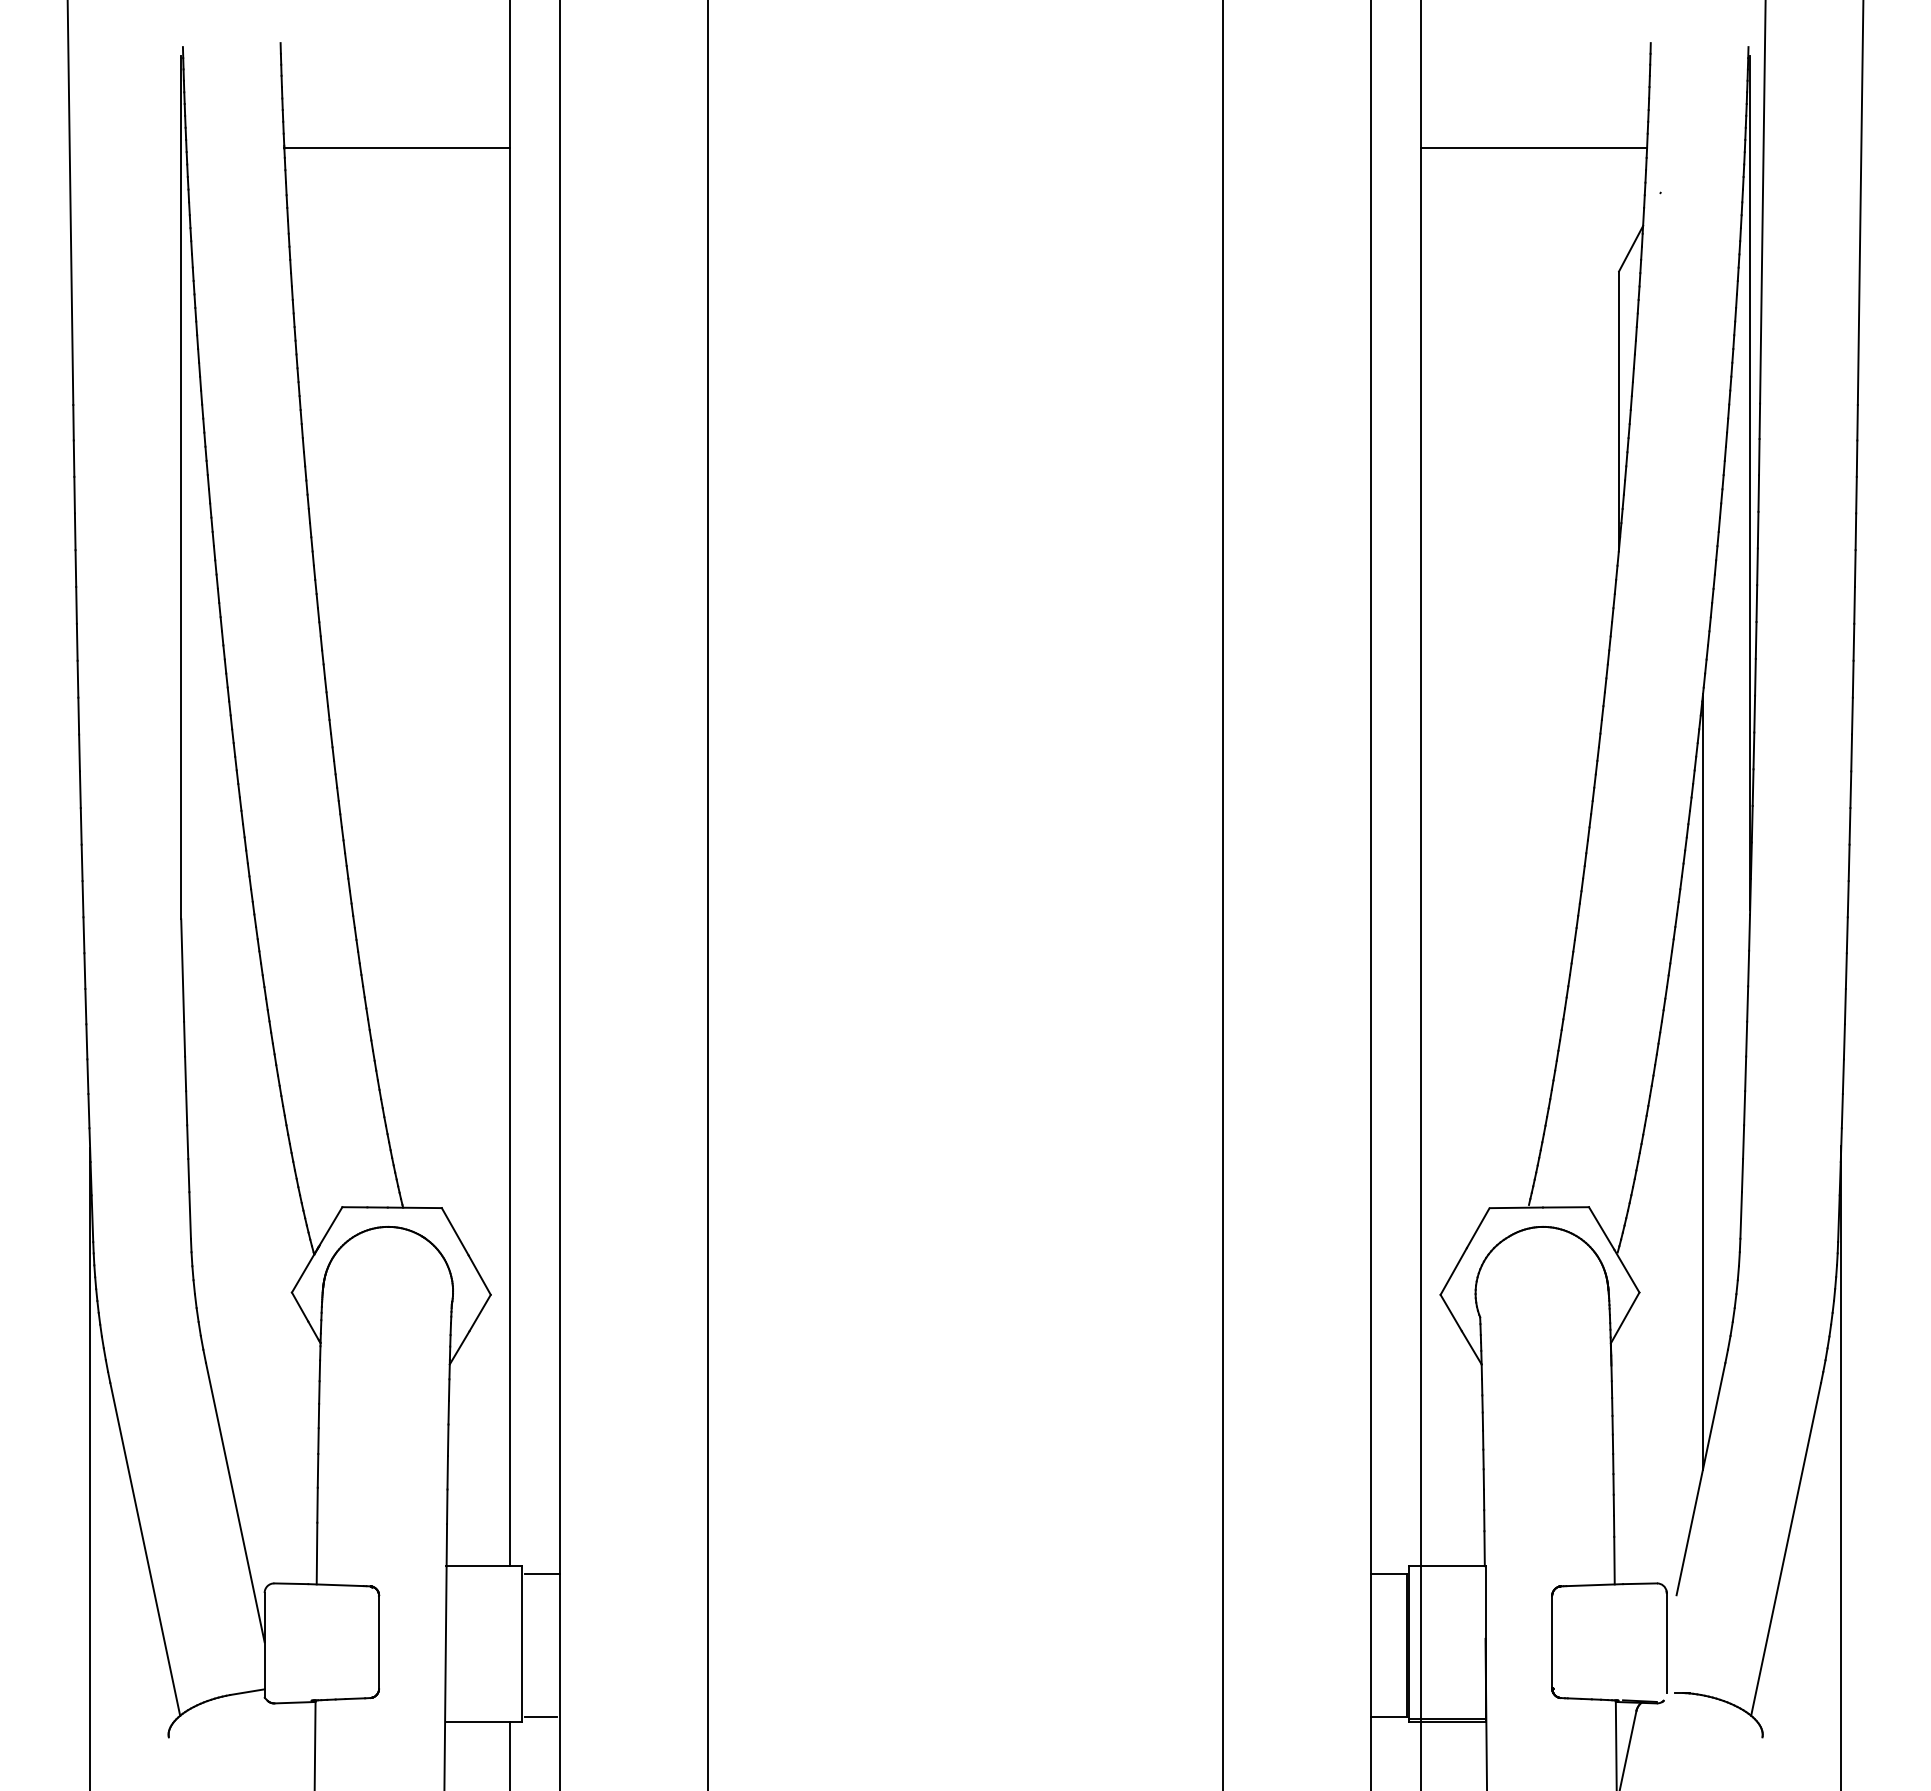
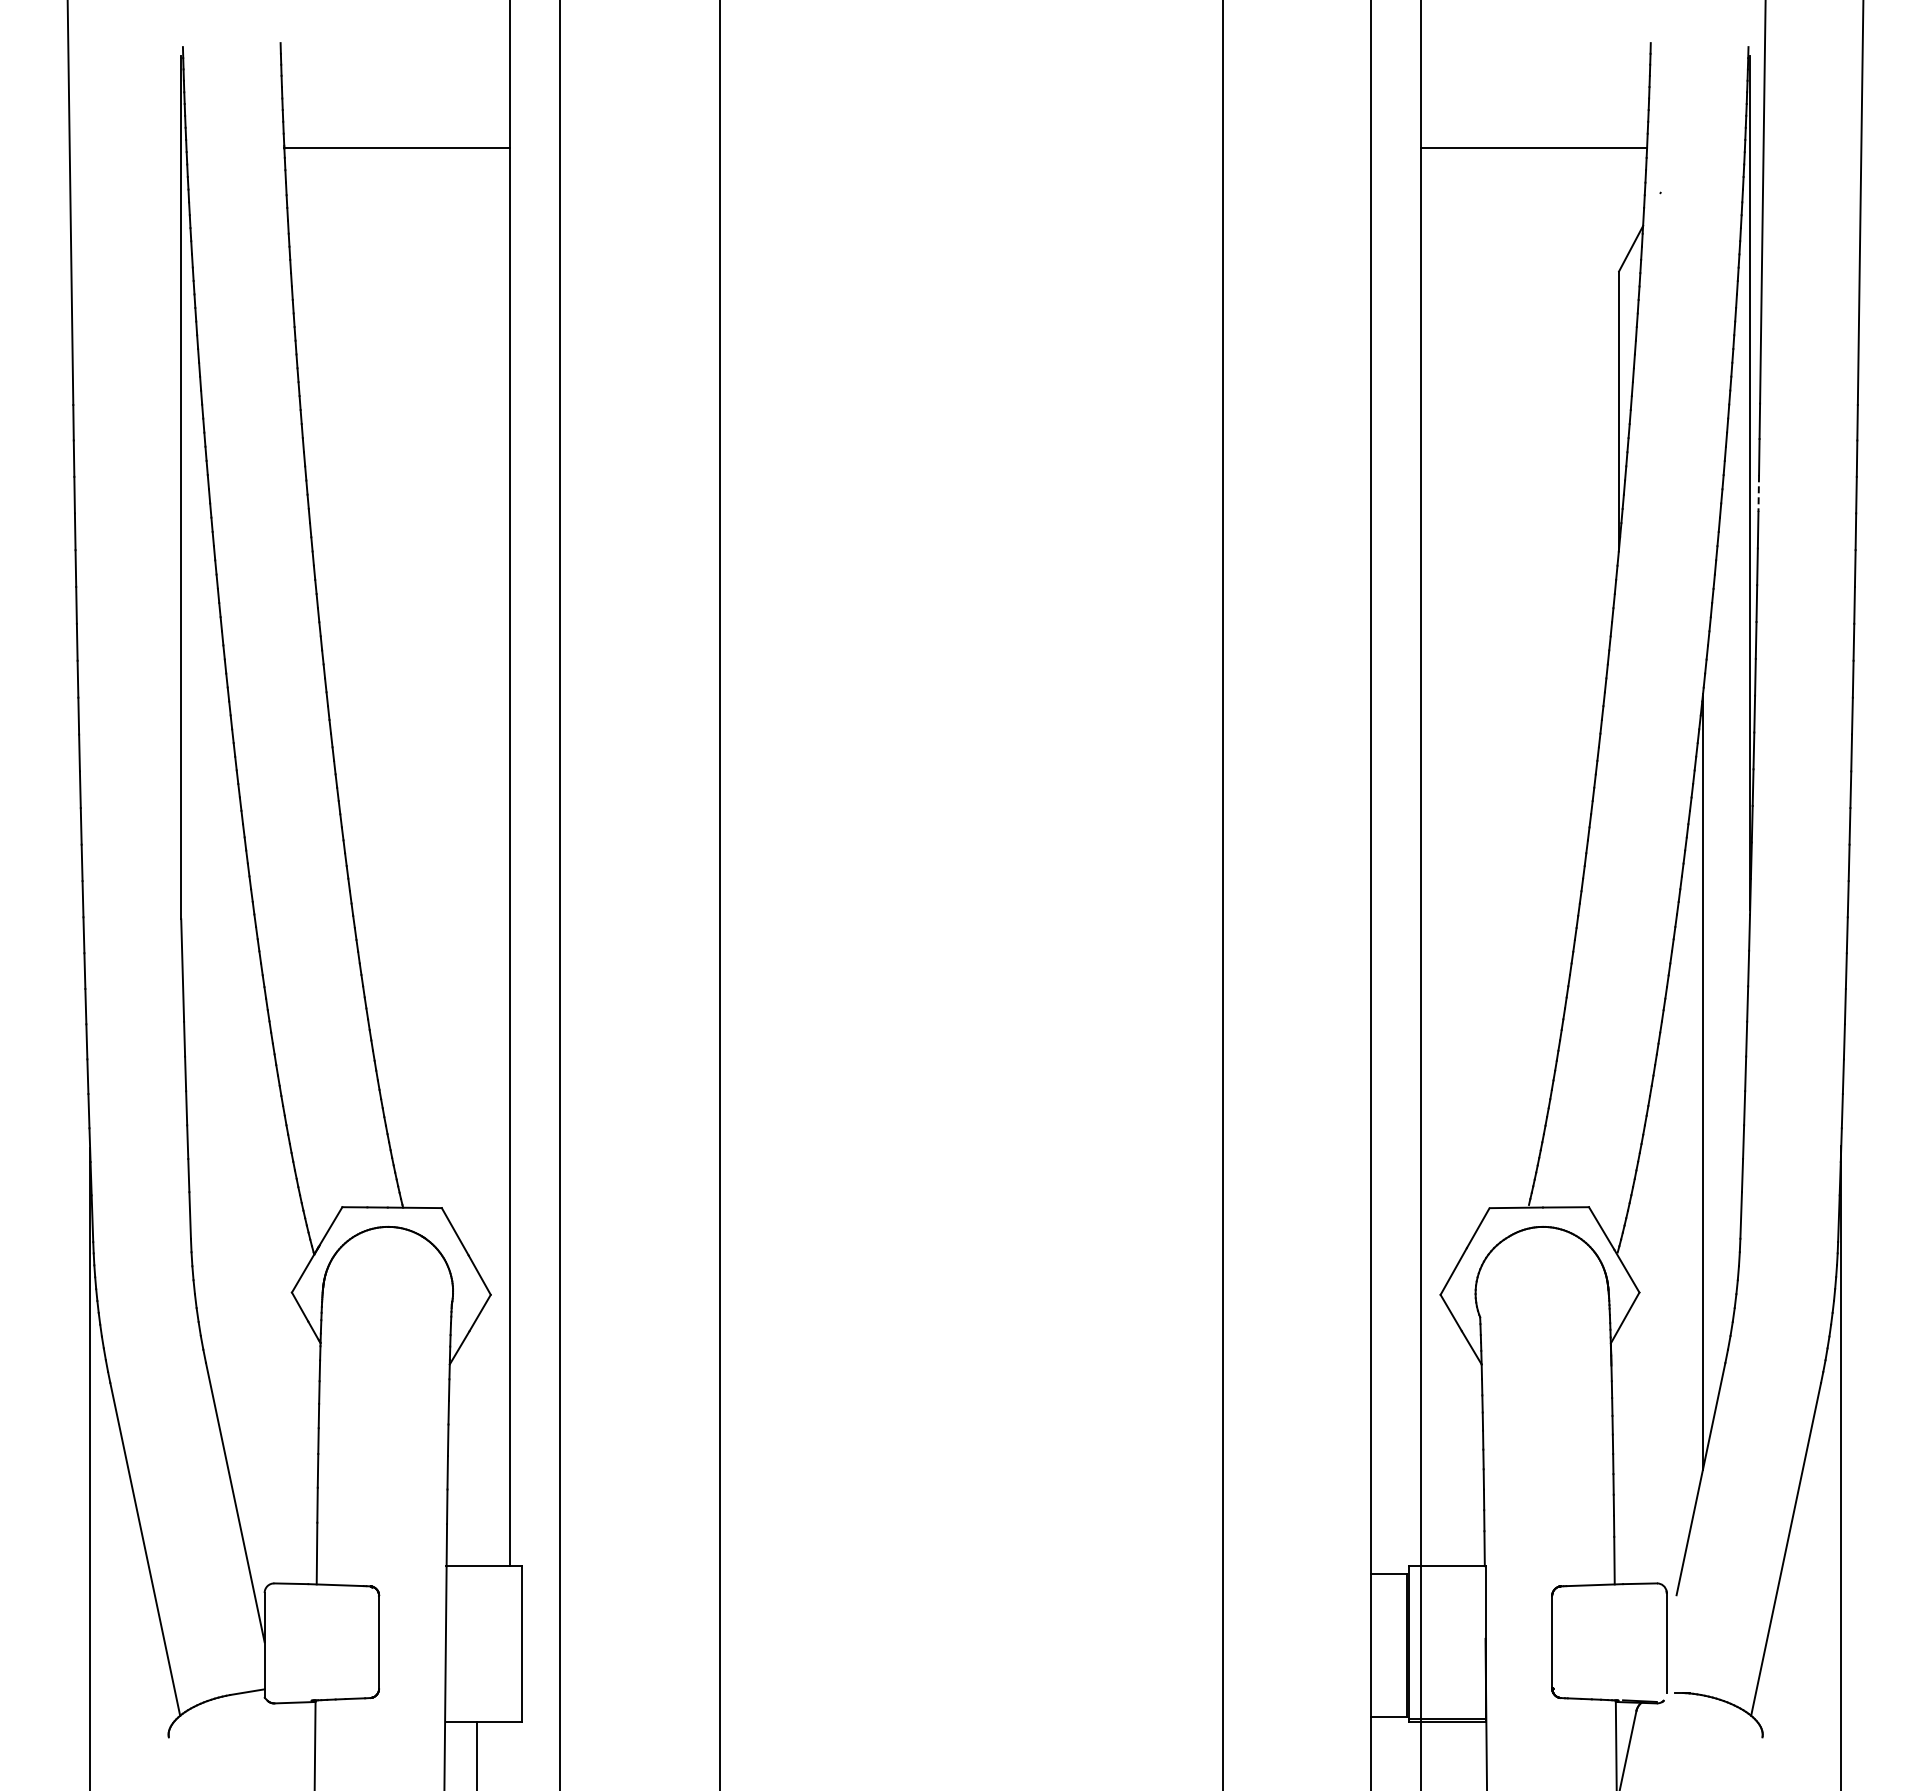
line at (1758, 494): solid -> dashed
line at (708, 894) position: (708, 894) -> (720, 894)
line at (542, 1573): present -> none
line at (540, 1716): present -> none
line at (510, 1754) position: (510, 1754) -> (477, 1754)
